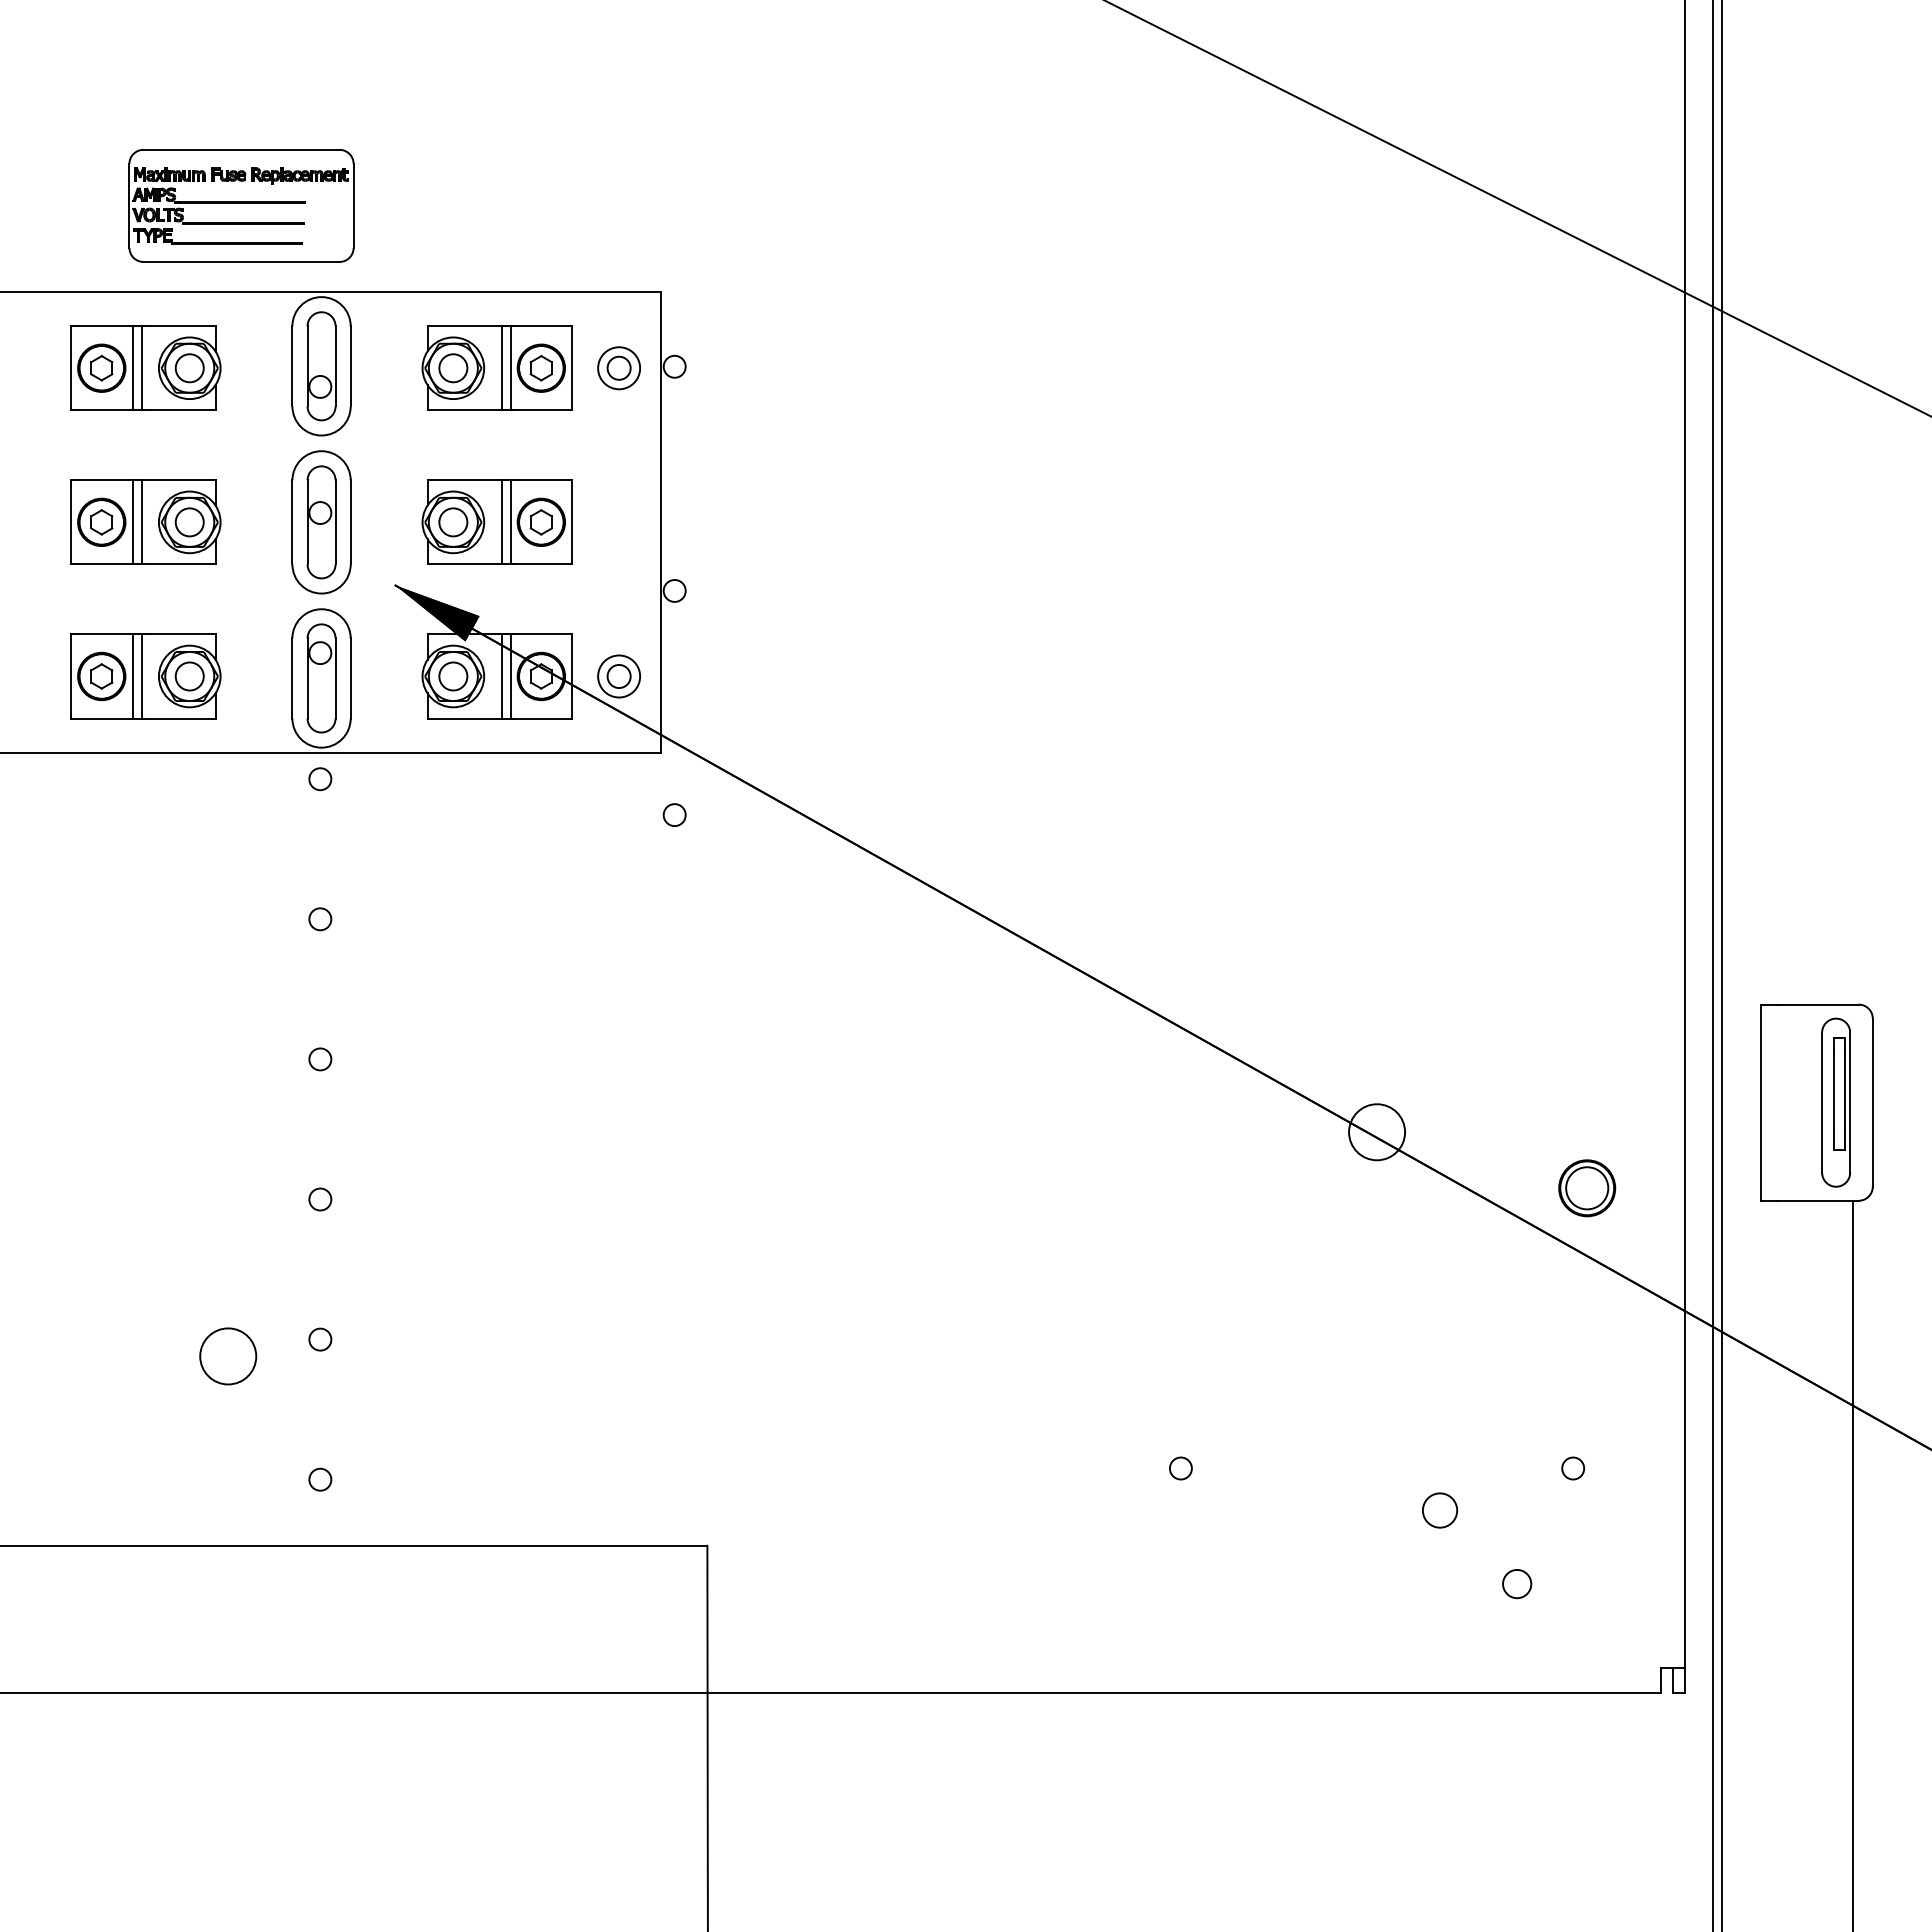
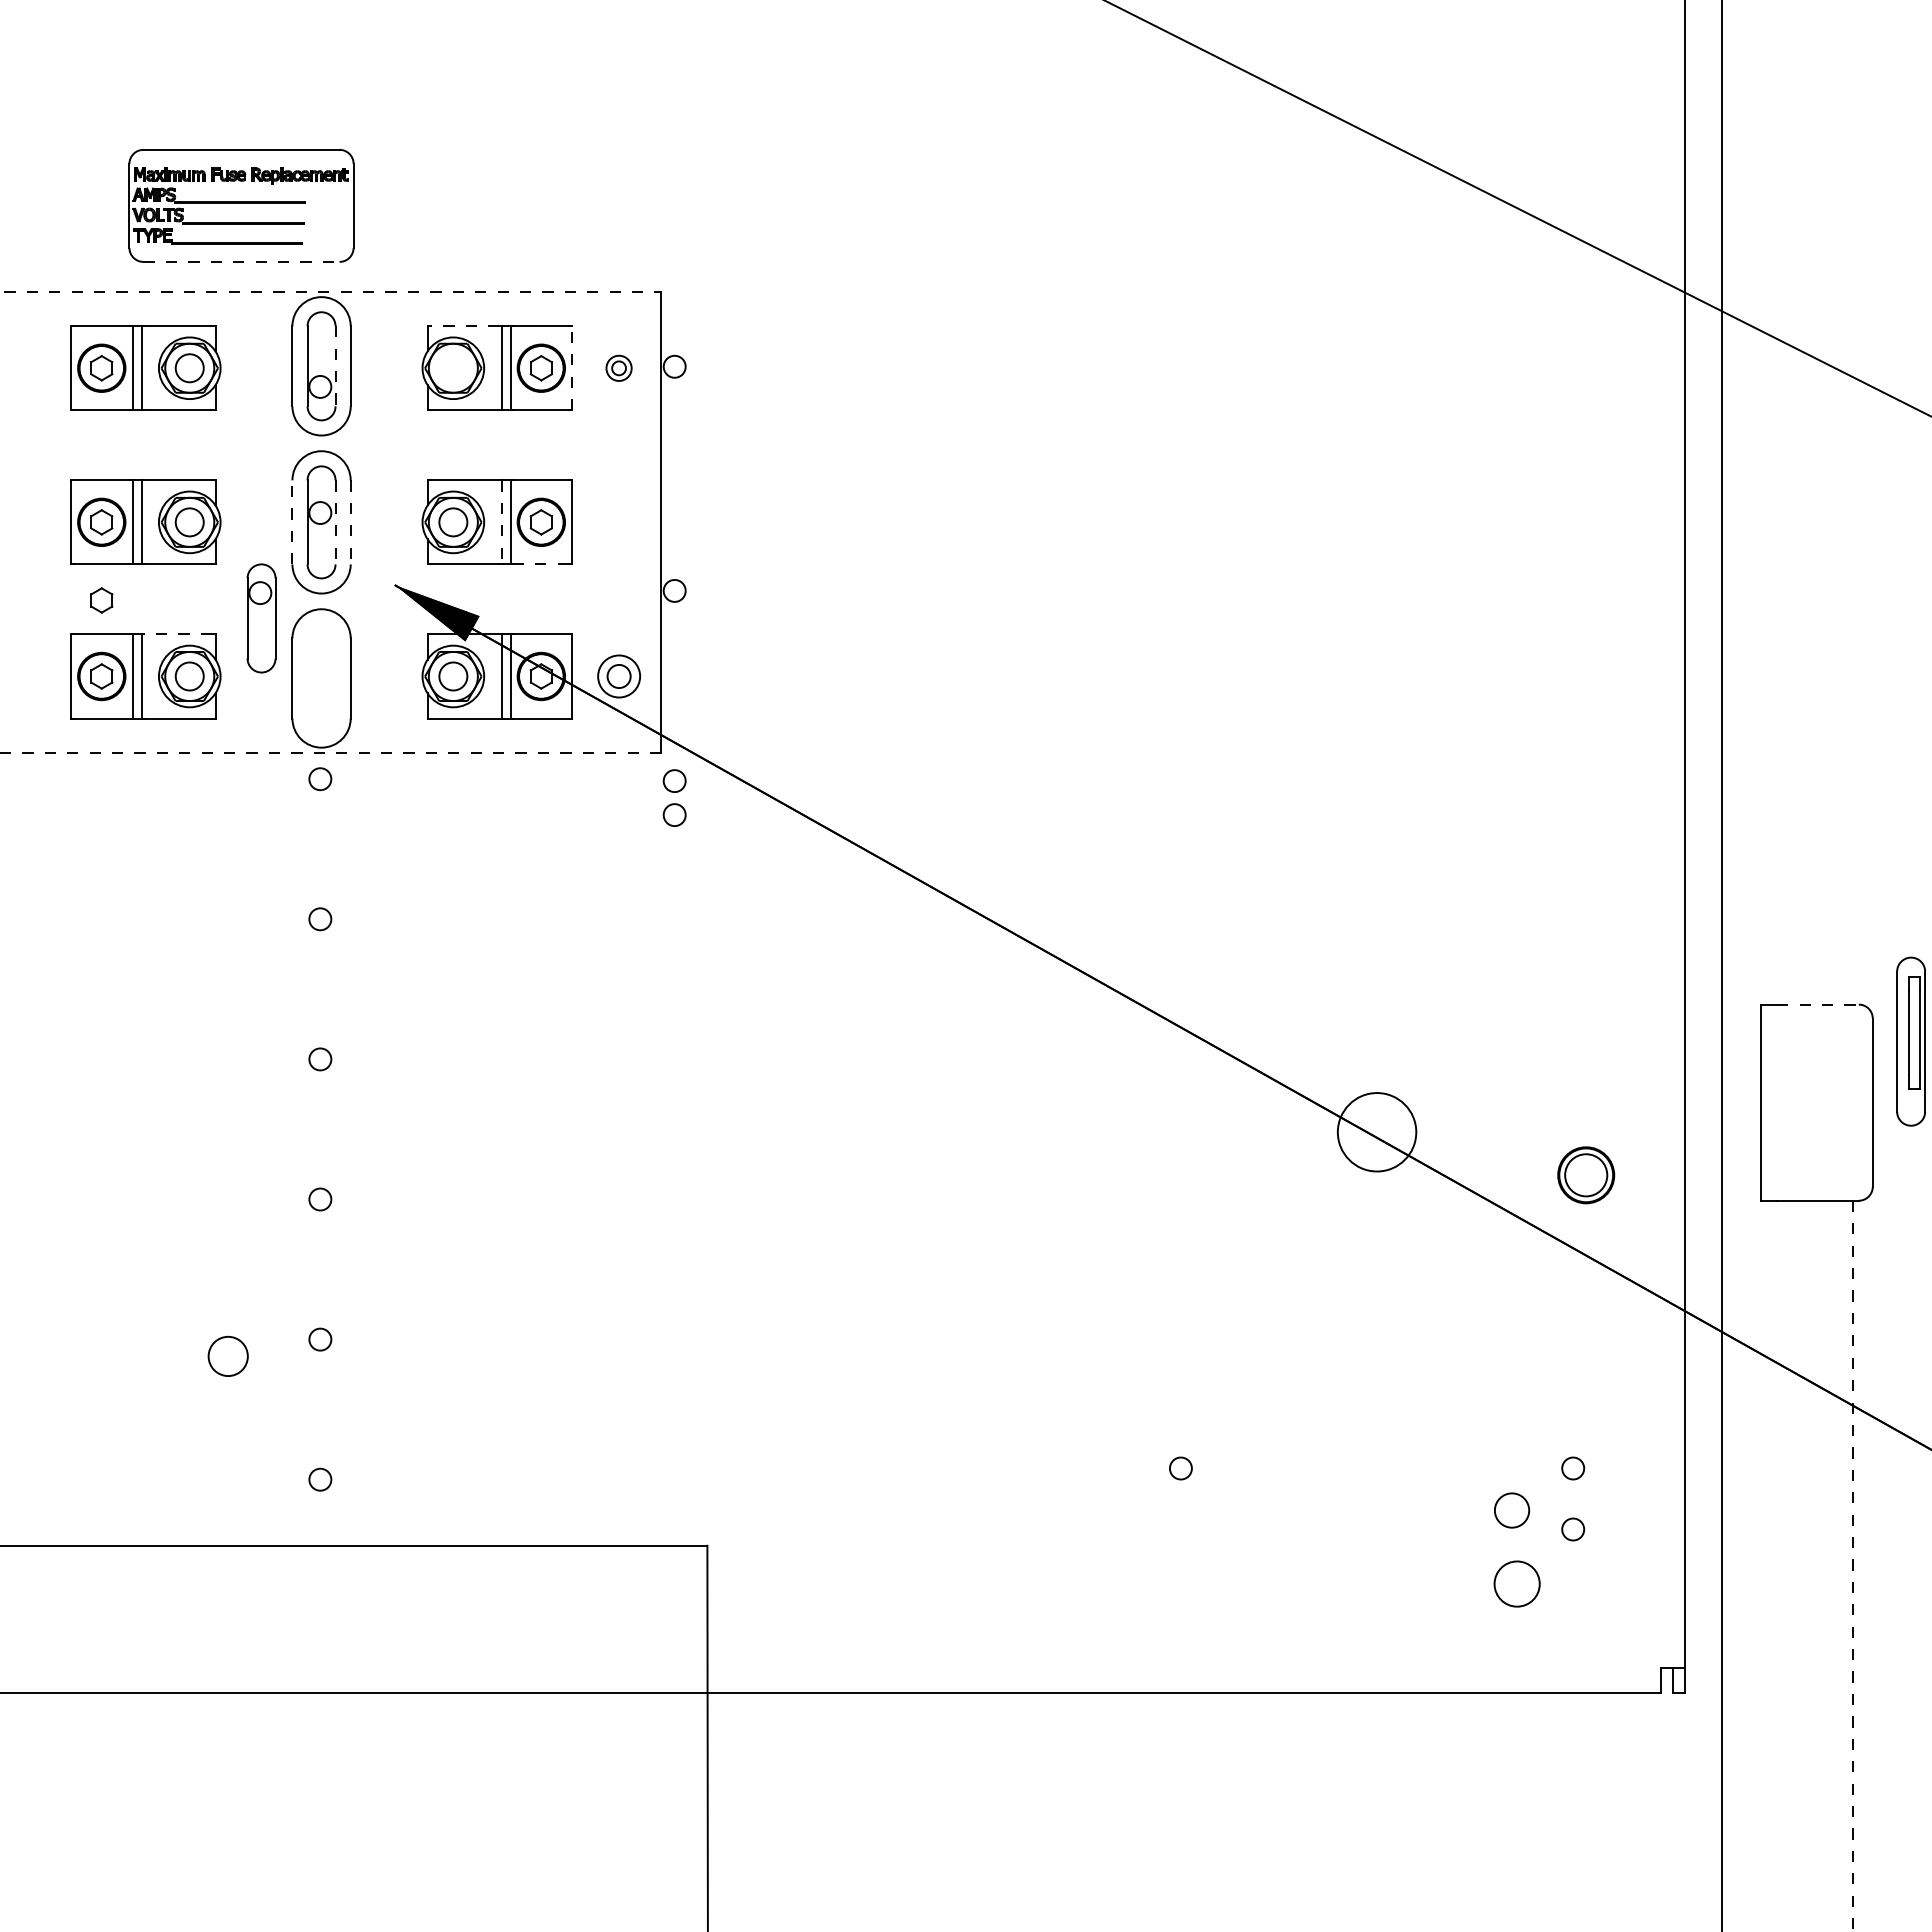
line at (242, 261): solid -> dashed
line at (331, 291): solid -> dashed
line at (464, 326): solid -> dashed
line at (335, 366): solid -> dashed
line at (572, 367): solid -> dashed
circle at (453, 368): present -> none
part at (618, 368) size: 44x45 px -> 28x28 px
line at (292, 521): solid -> dashed
line at (335, 522): solid -> dashed
line at (350, 522): solid -> dashed
line at (501, 522): solid -> dashed
line at (540, 564): solid -> dashed
part at (101, 600): none -> present
line at (177, 634): solid -> dashed
part at (321, 678) position: (321, 678) -> (261, 618)
line at (330, 753): solid -> dashed
circle at (674, 780): none -> present
line at (1713, 965): present -> none
line at (1817, 1004): solid -> dashed
part at (1835, 1102) position: (1835, 1102) -> (1910, 1041)
circle at (1377, 1132) diameter: 56 px -> 78 px
part at (1587, 1188) position: (1587, 1188) -> (1586, 1175)
circle at (228, 1356) diameter: 56 px -> 39 px
circle at (1440, 1510) position: (1440, 1510) -> (1512, 1510)
circle at (1573, 1529): none -> present
line at (1853, 1566): solid -> dashed
circle at (1517, 1583) diameter: 28 px -> 45 px
